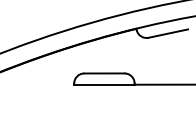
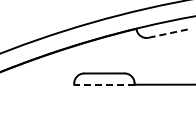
line at (168, 33): solid -> dashed
line at (103, 84): solid -> dashed
